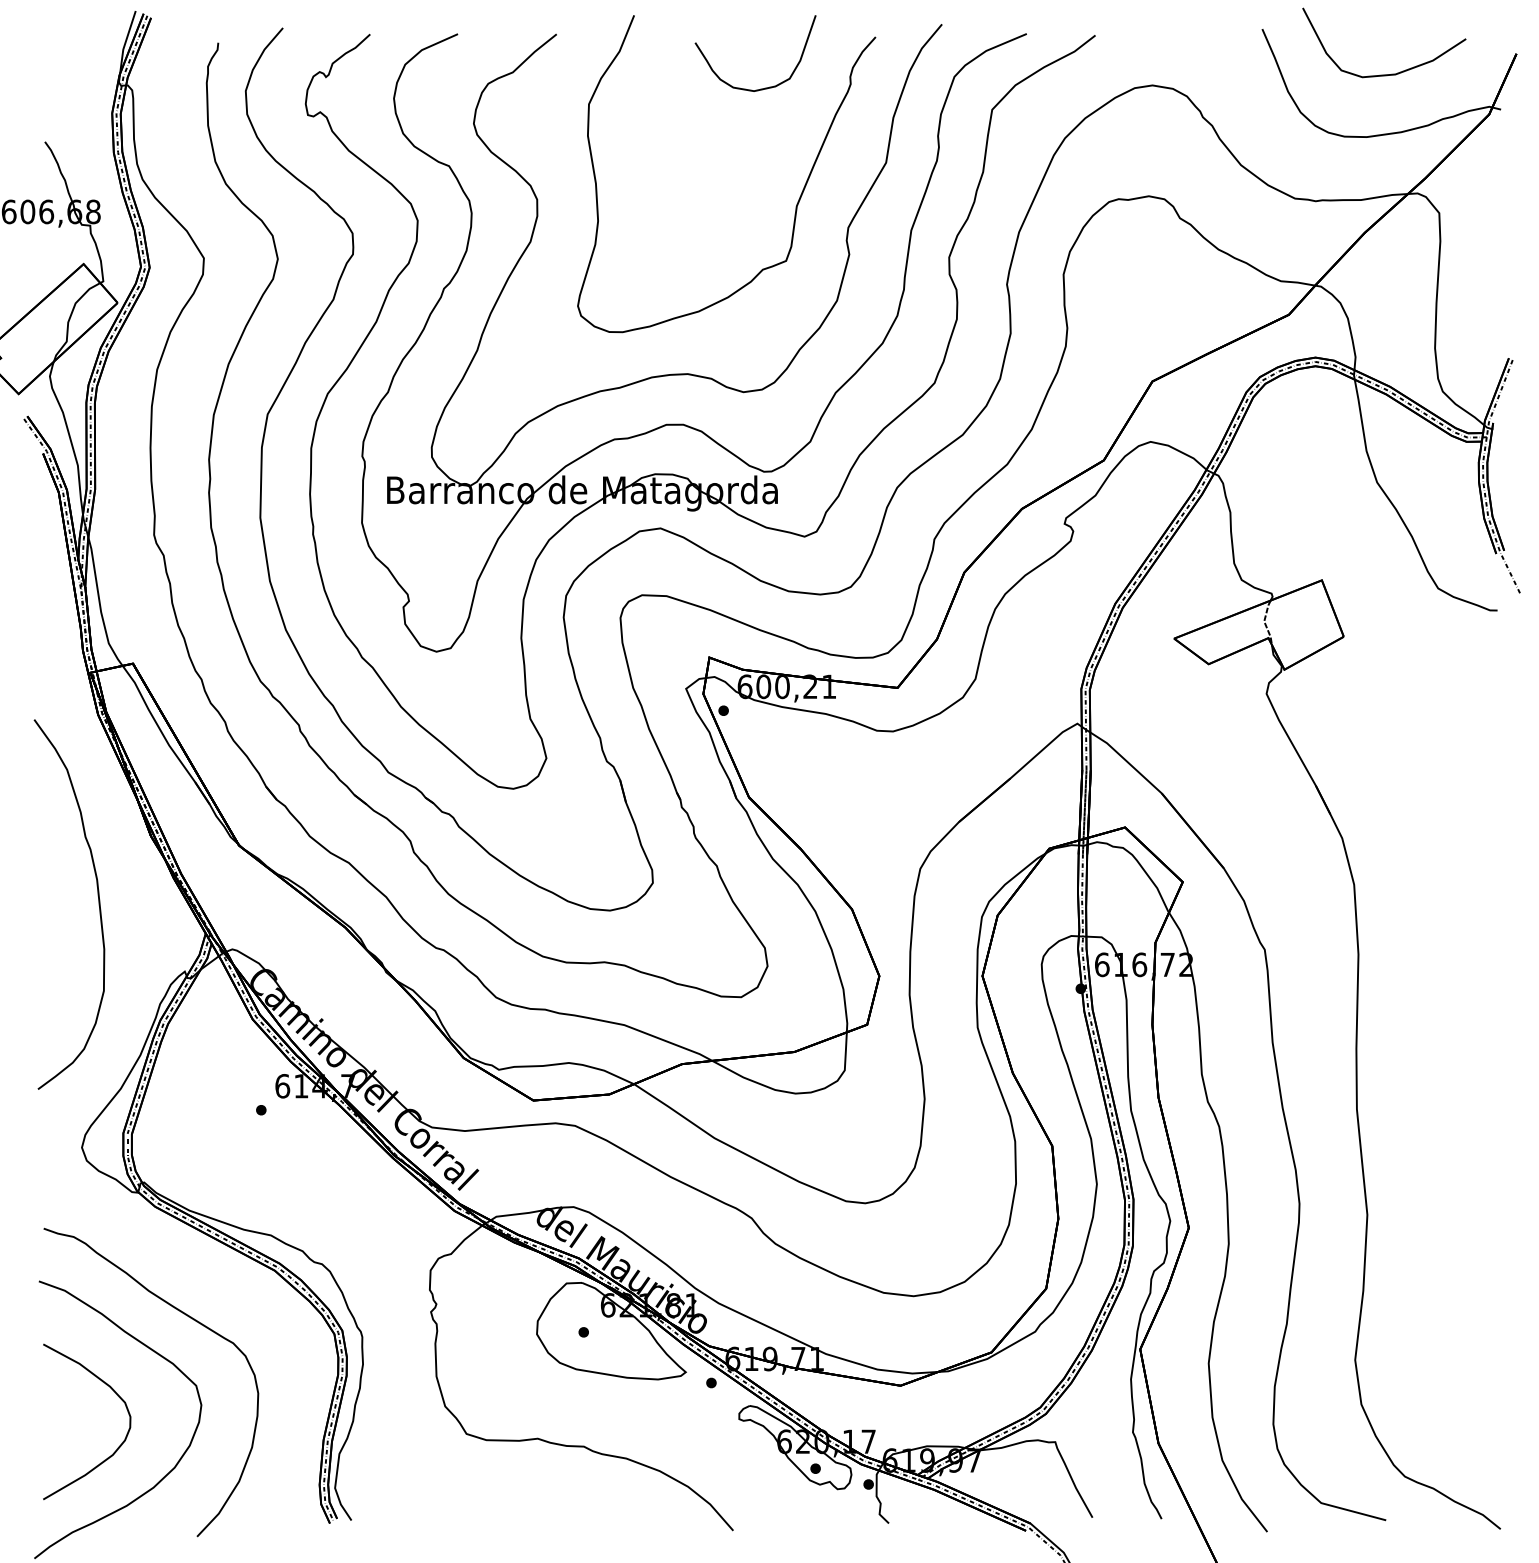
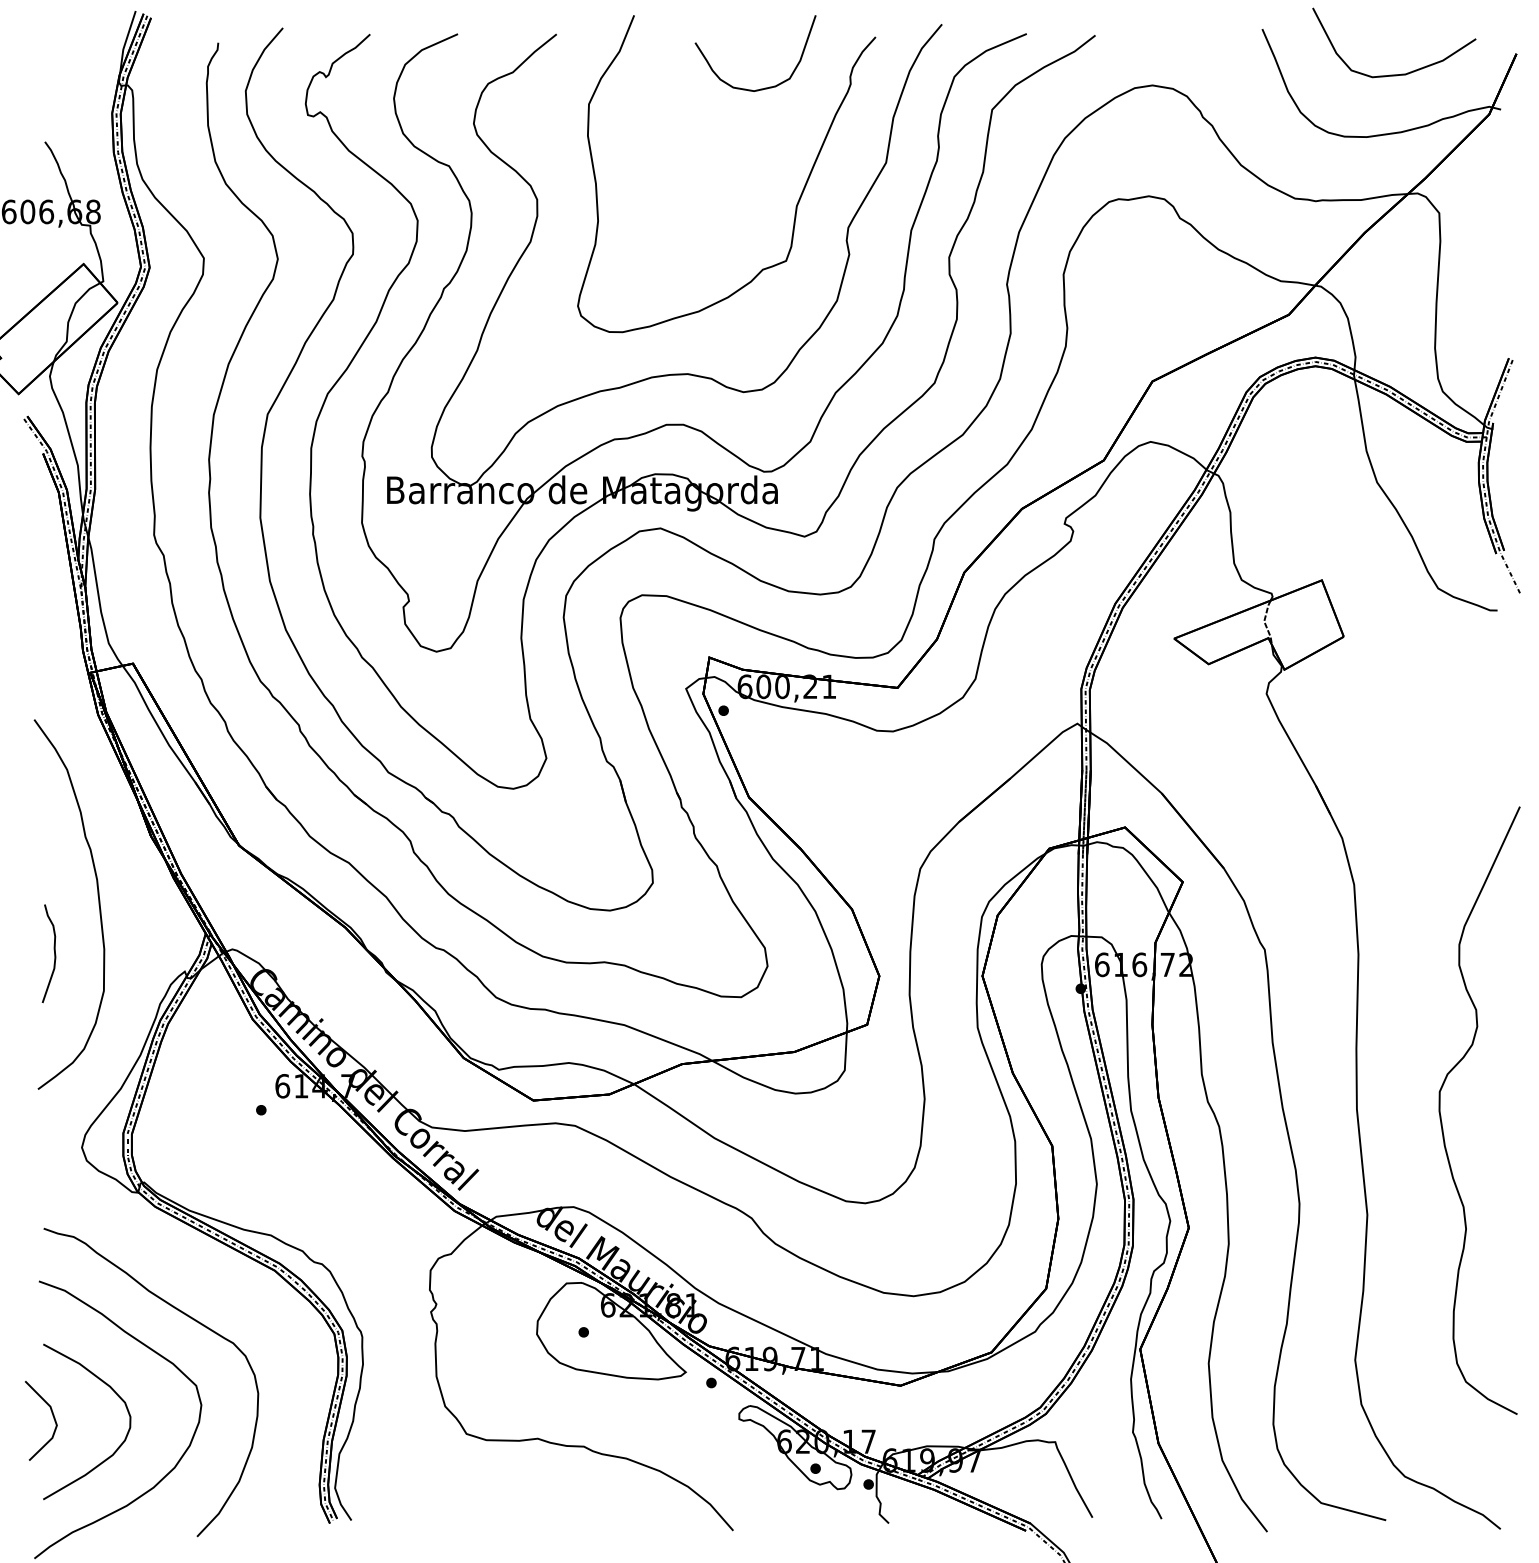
curve at (1391, 73) position: (1391, 73) -> (1401, 73)
curve at (53, 950): none -> present
curve at (1441, 1115): none -> present
line at (52, 1416): none -> present
